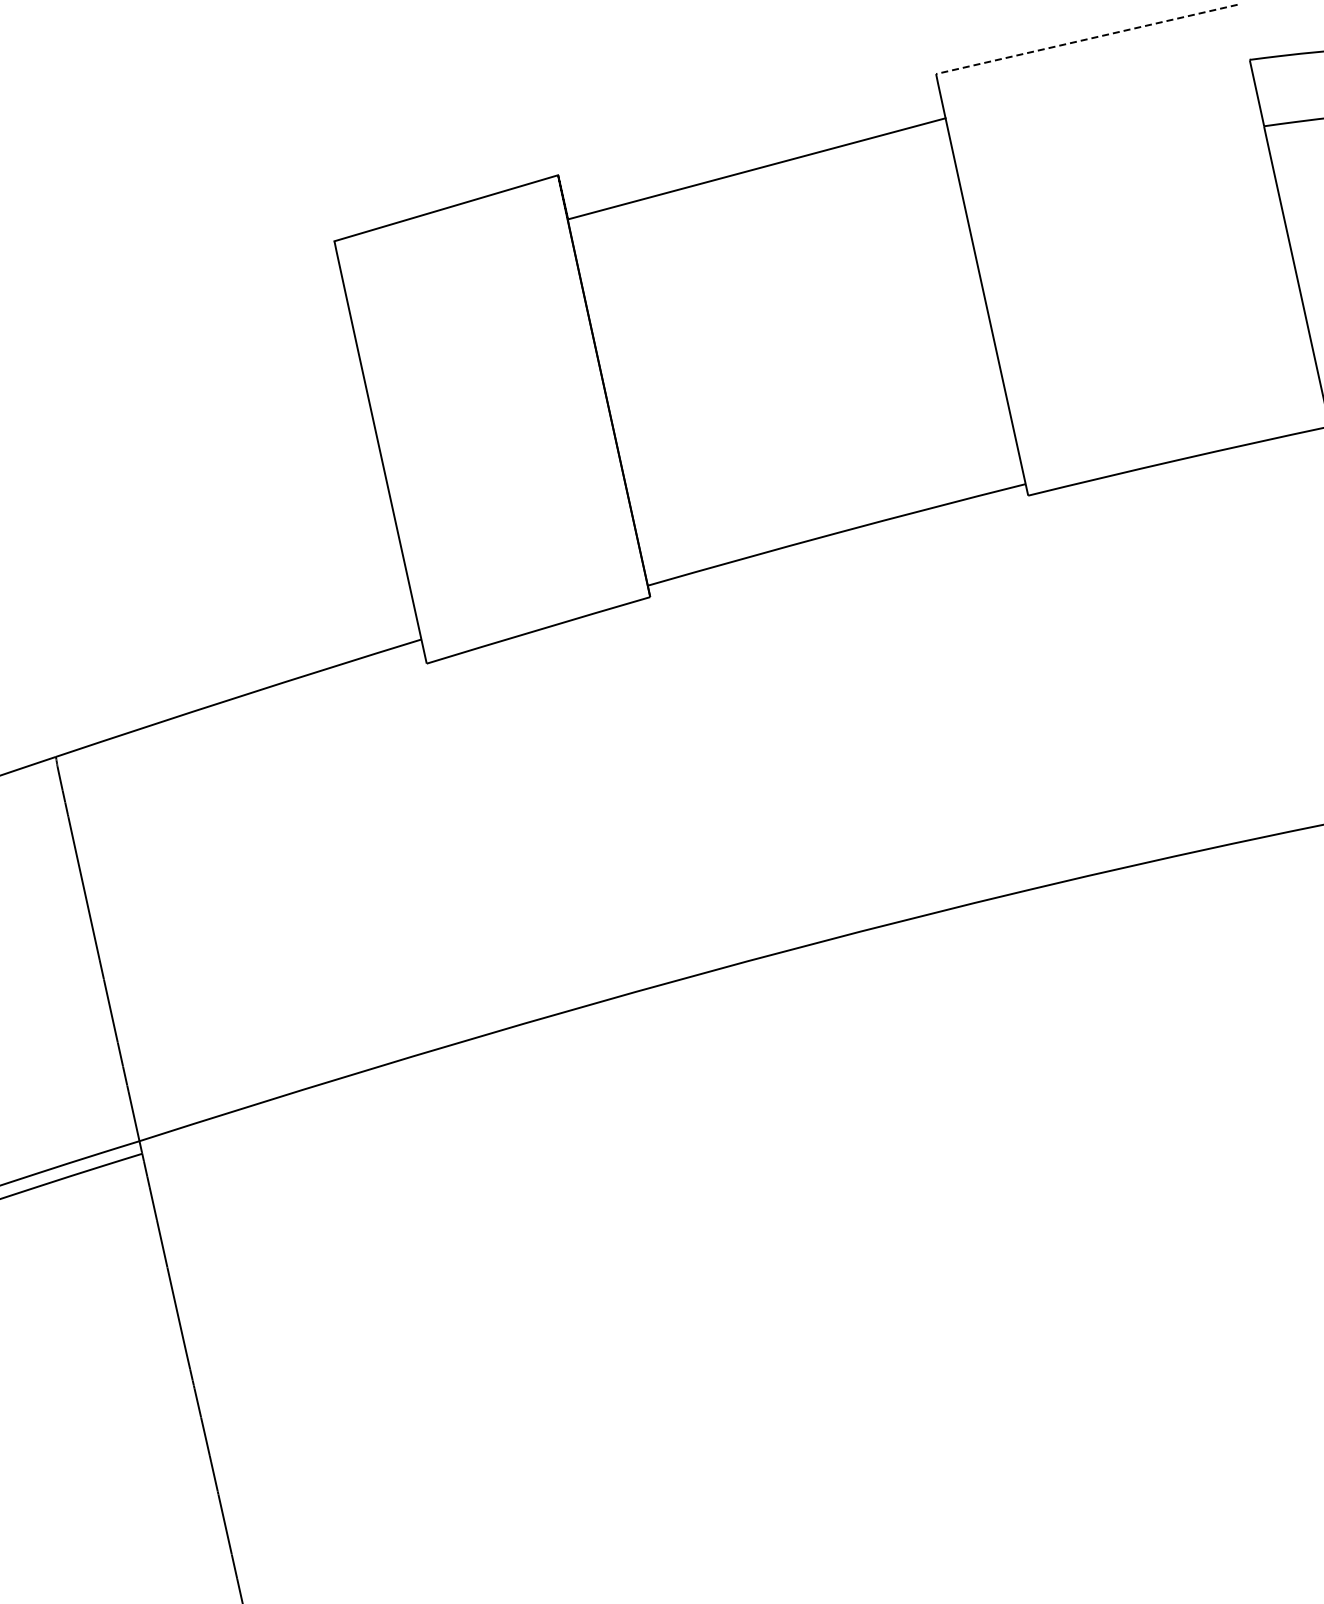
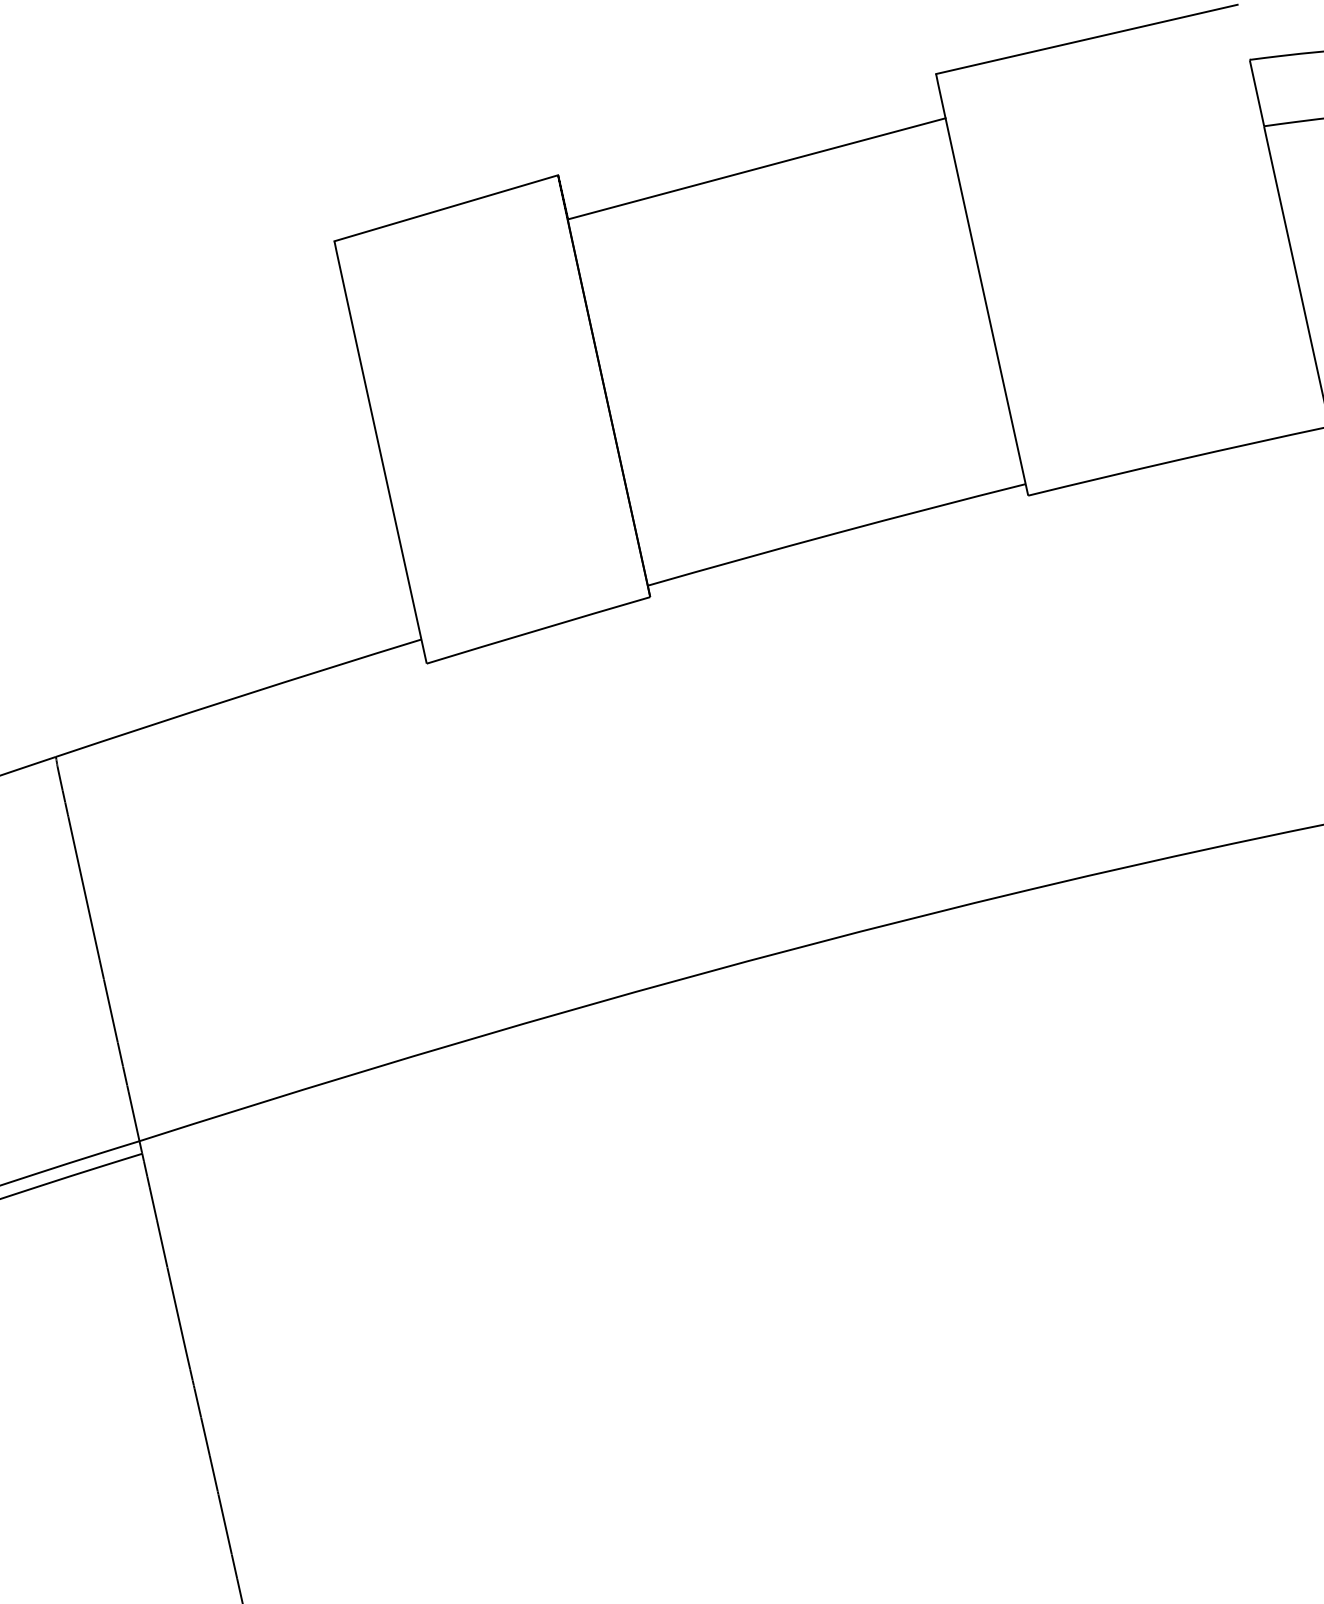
line at (1086, 39): dashed -> solid
